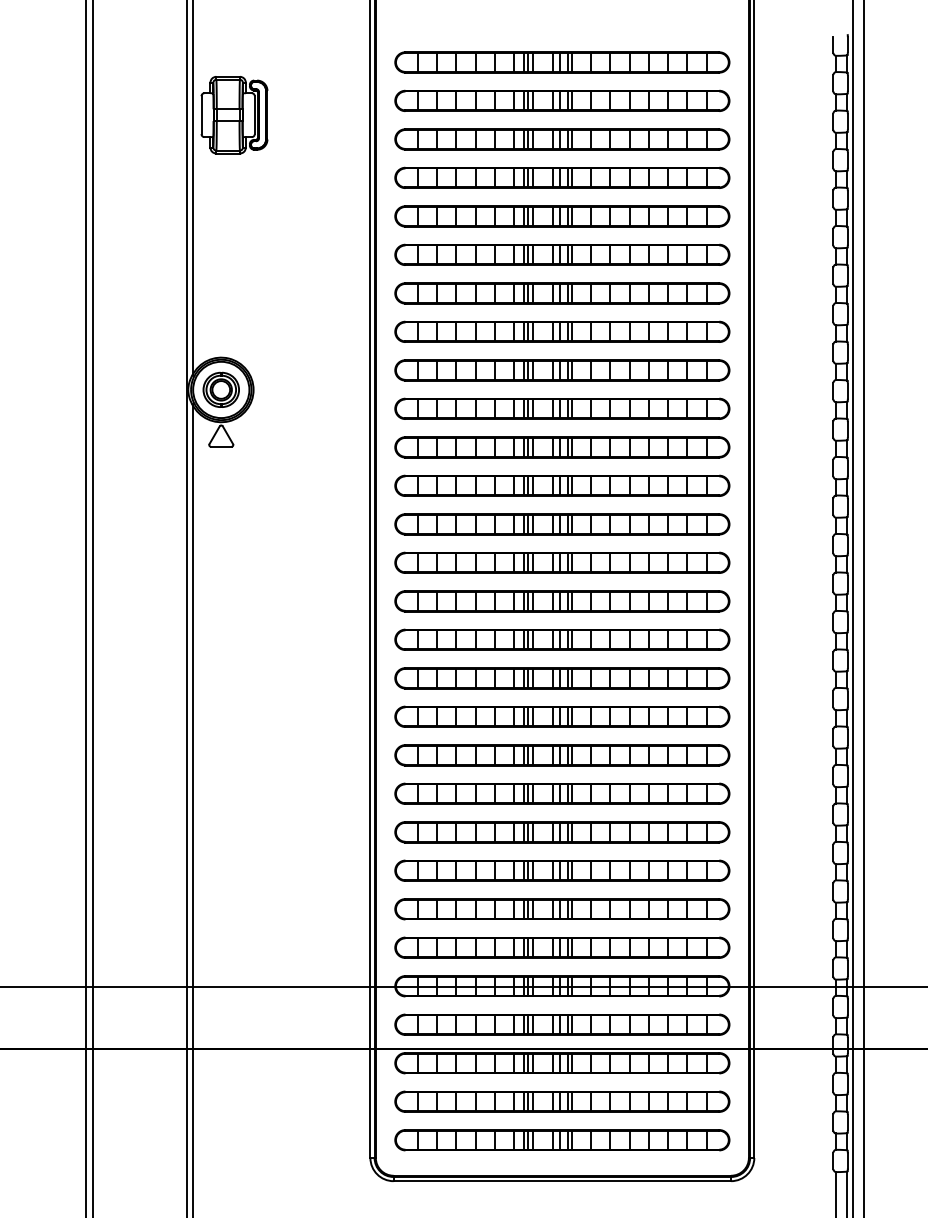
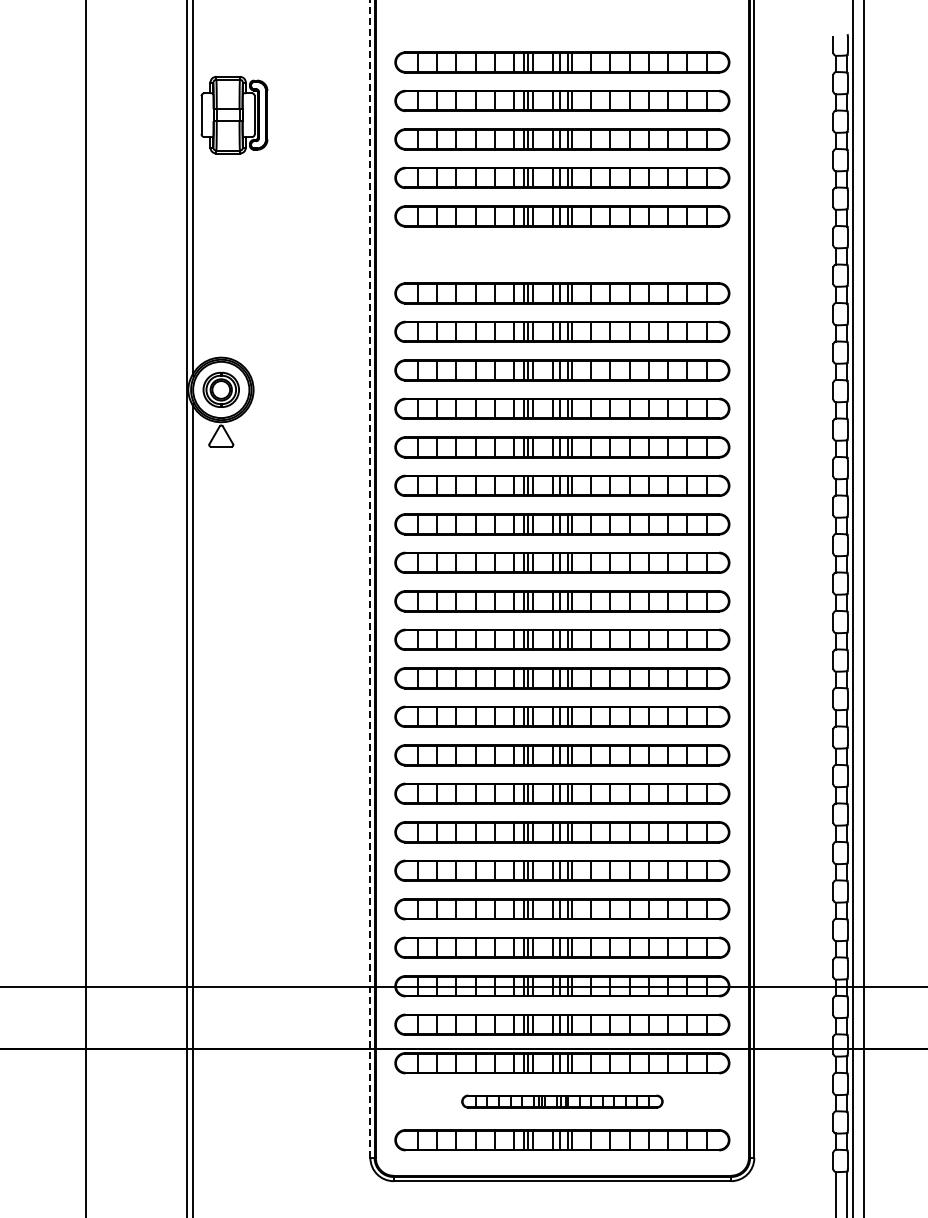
part at (562, 254): present -> none
line at (370, 579): solid -> dashed
line at (92, 608): present -> none
part at (562, 1101) size: 337x23 px -> 203x15 px
